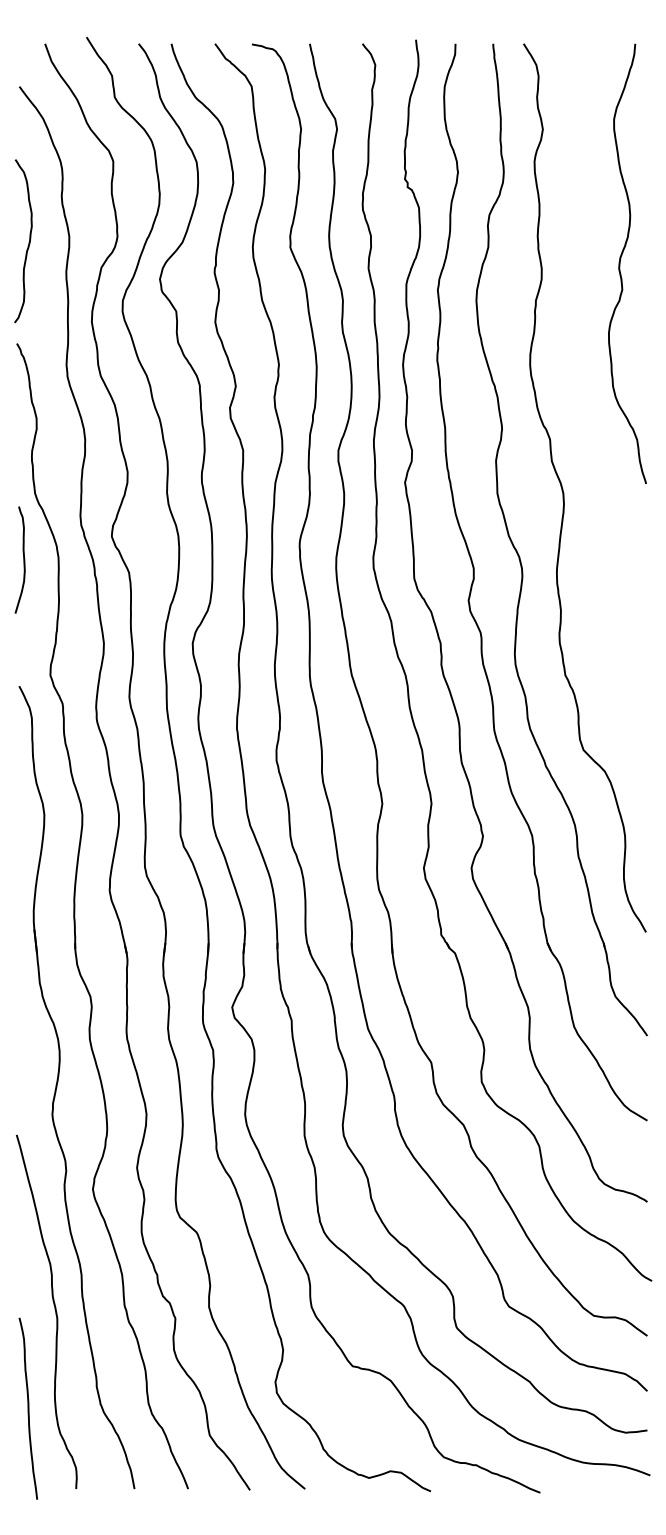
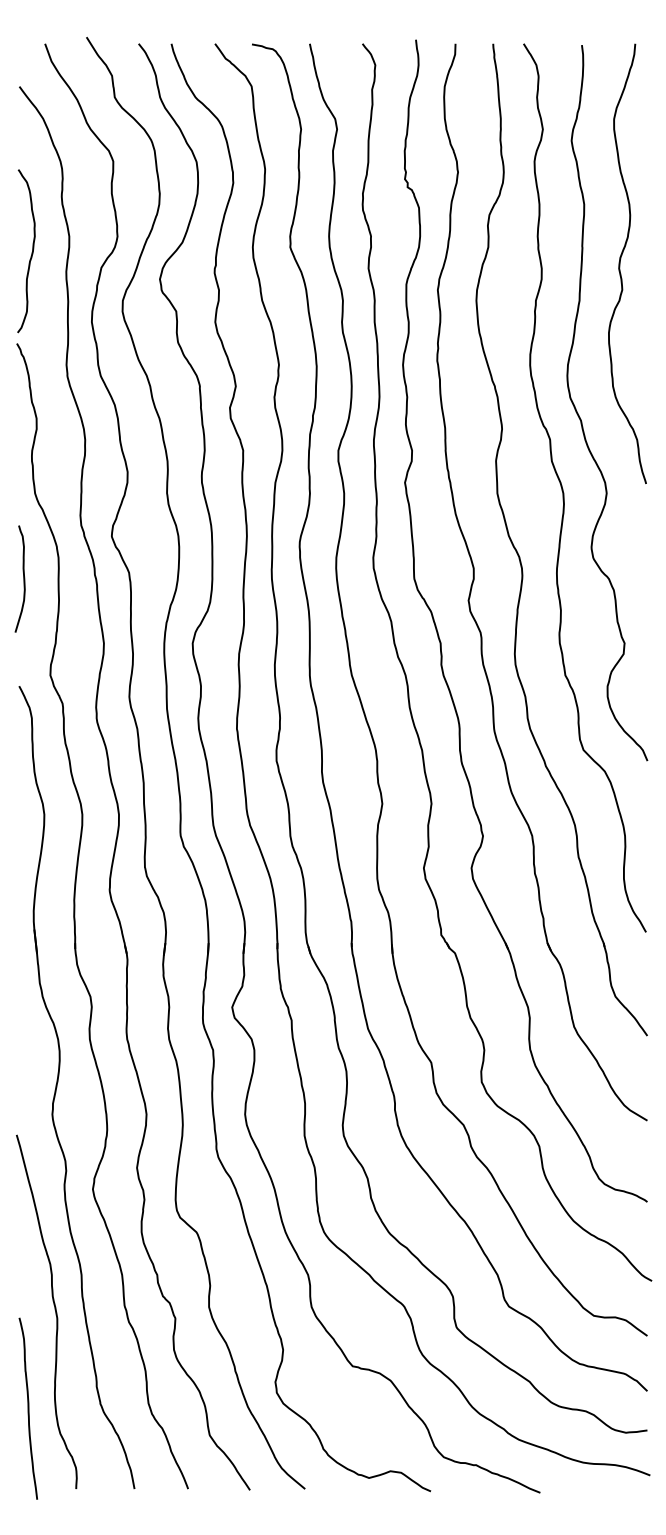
curve at (28, 242) position: (28, 242) -> (31, 252)
curve at (580, 417): none -> present
curve at (23, 559) position: (23, 559) -> (23, 578)
